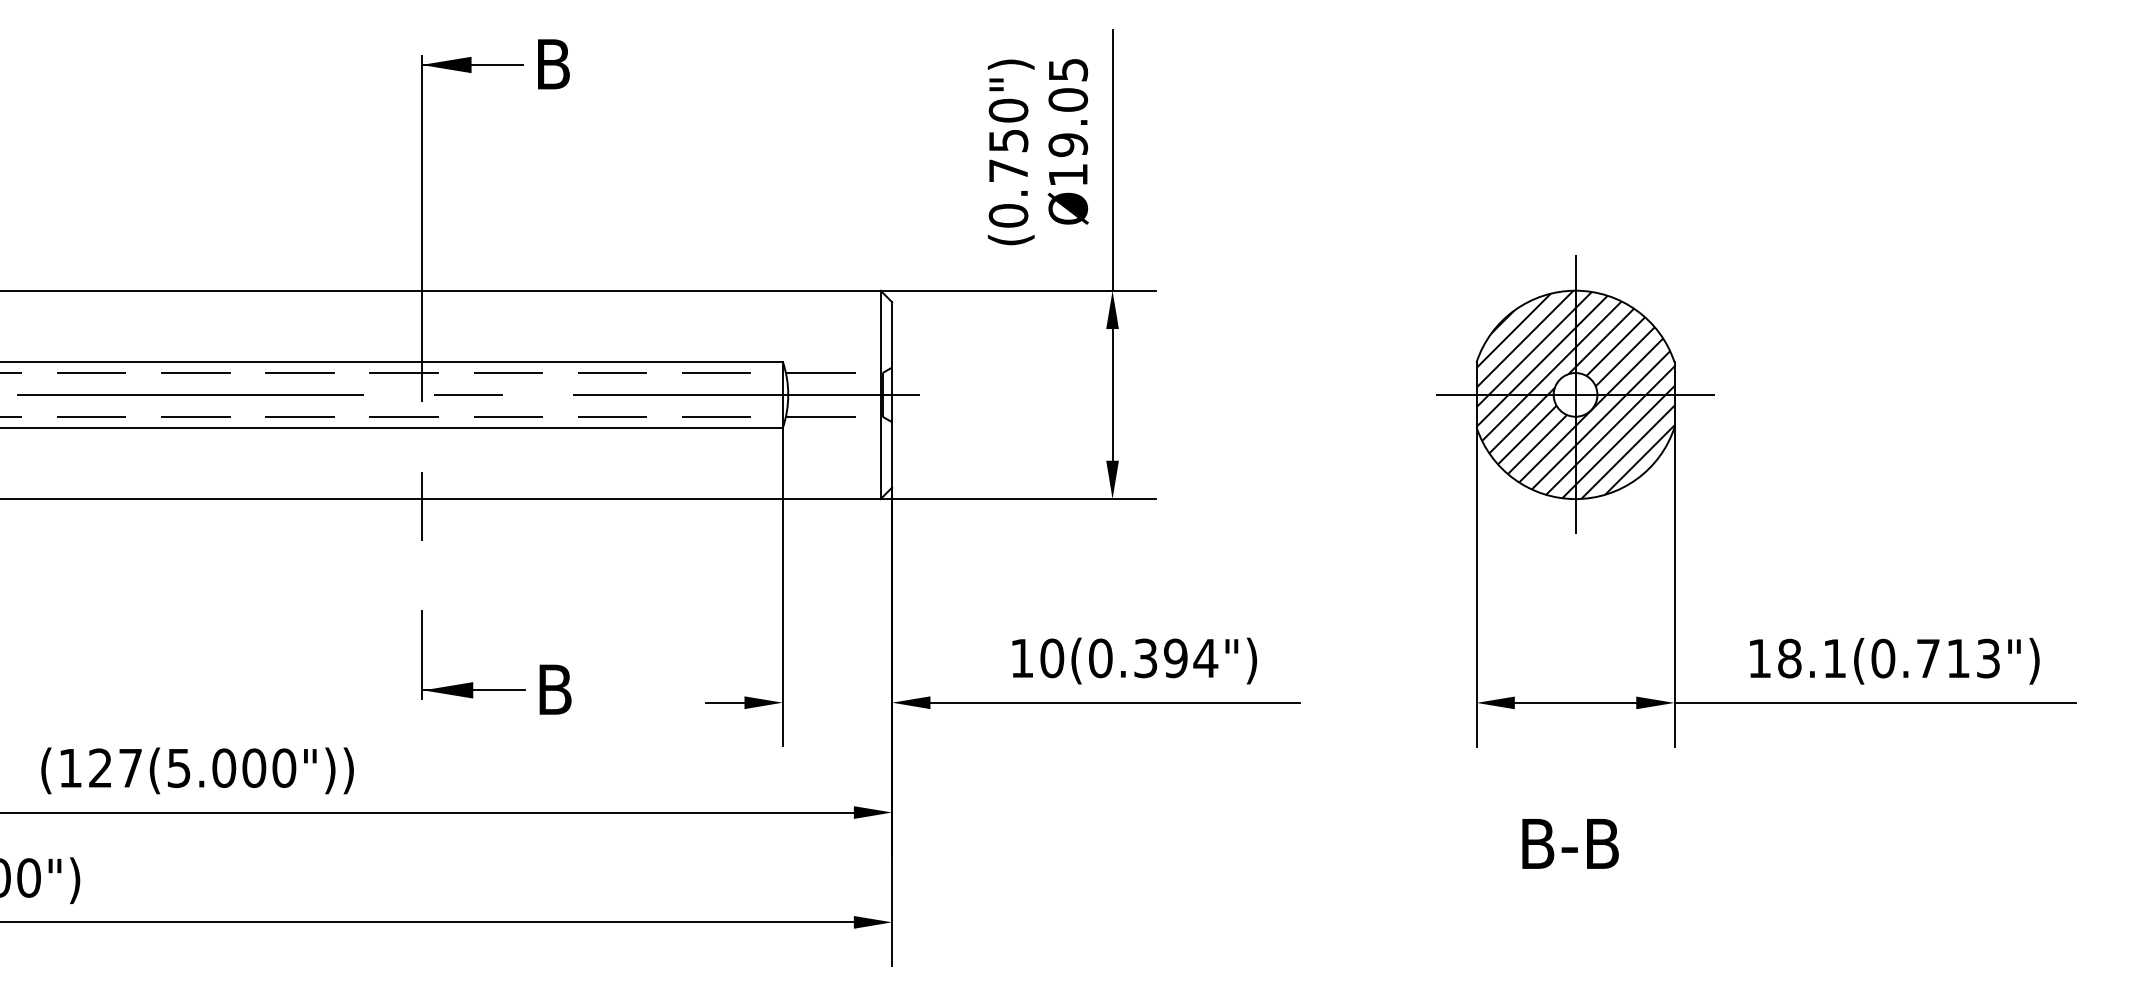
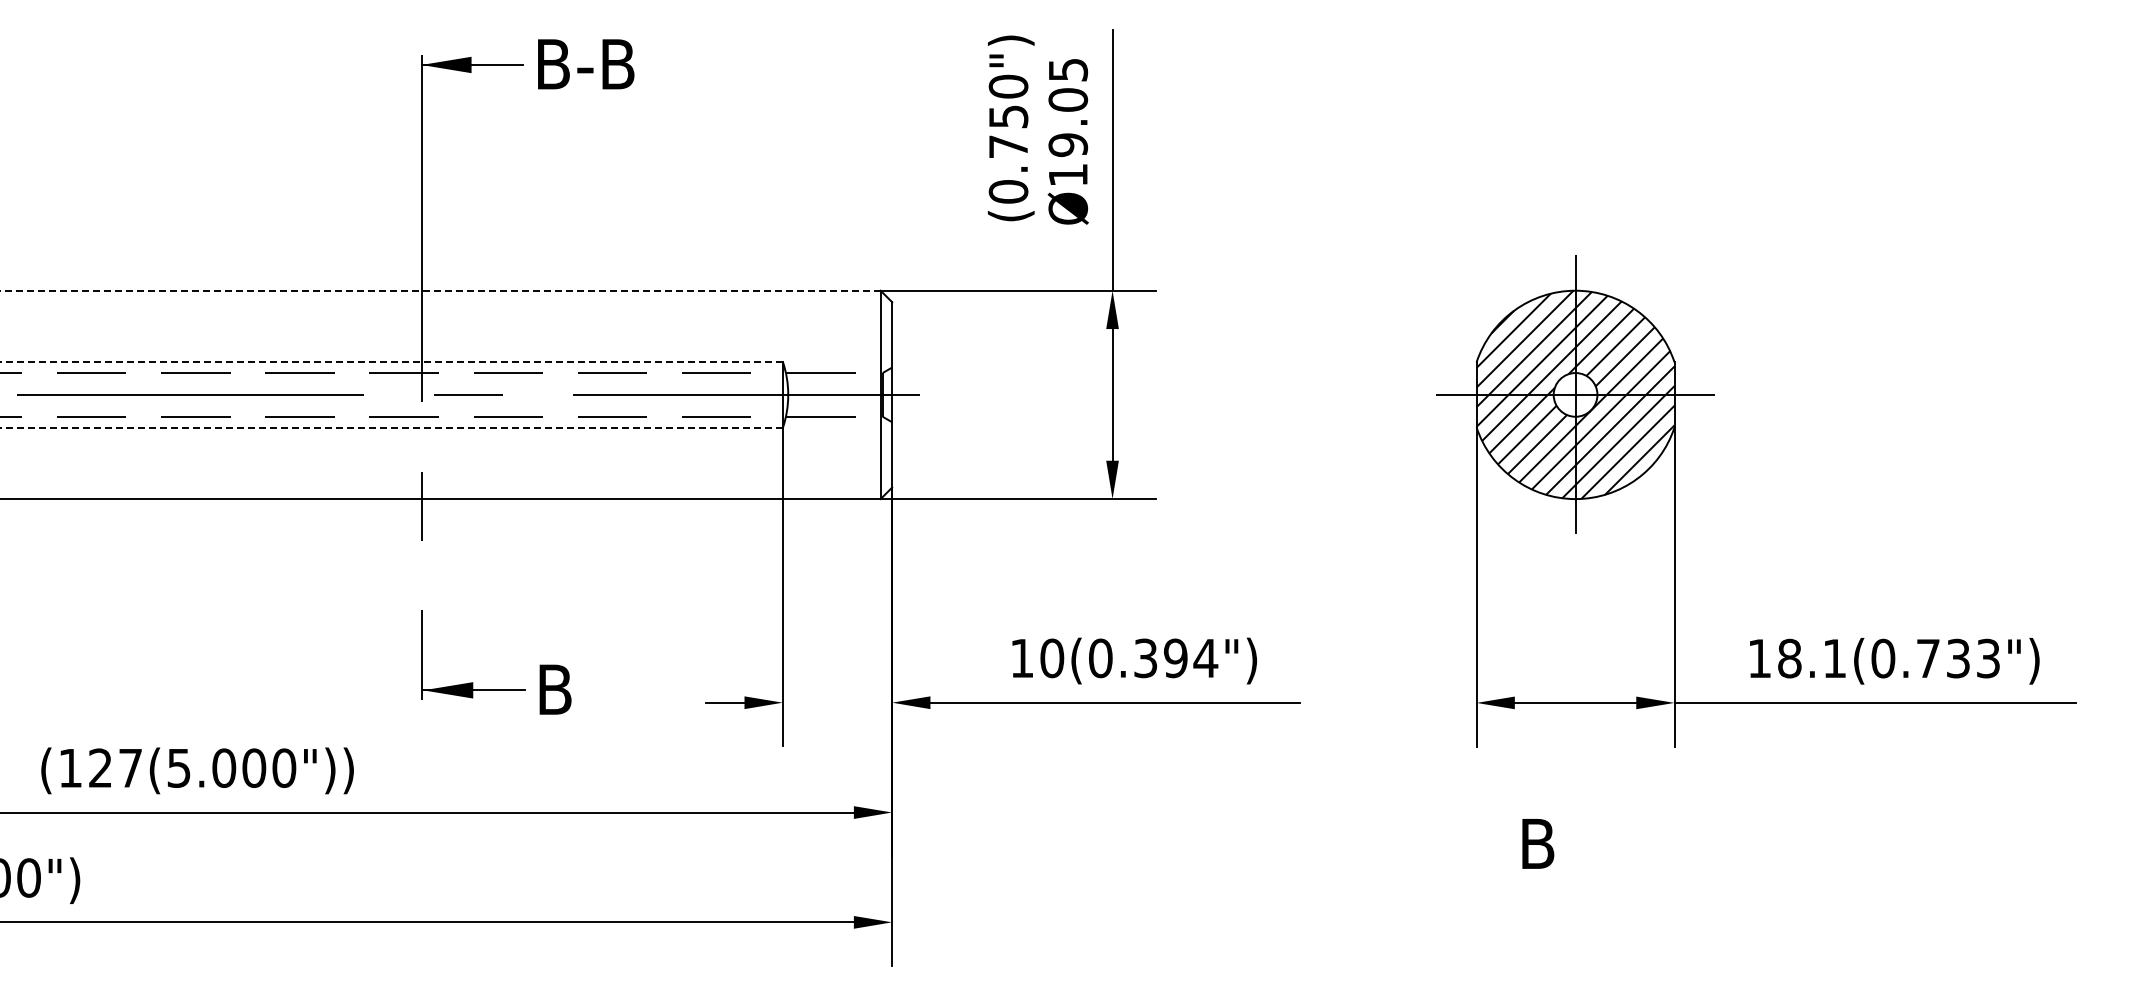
text at (605, 64): B -> B-B
text at (1011, 152) position: (1011, 152) -> (1011, 128)
line at (440, 290): solid -> dashed
line at (391, 361): solid -> dashed
line at (391, 428): solid -> dashed
text at (1958, 658): 18.1(0.713") -> 18.1(0.733")
text at (1589, 843): B-B -> B
